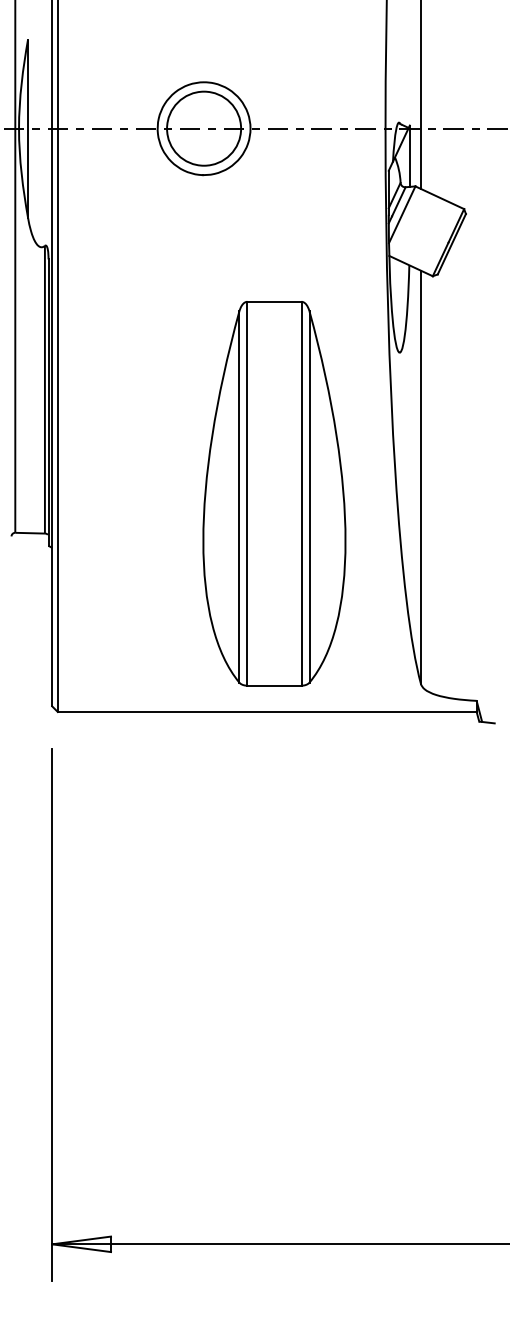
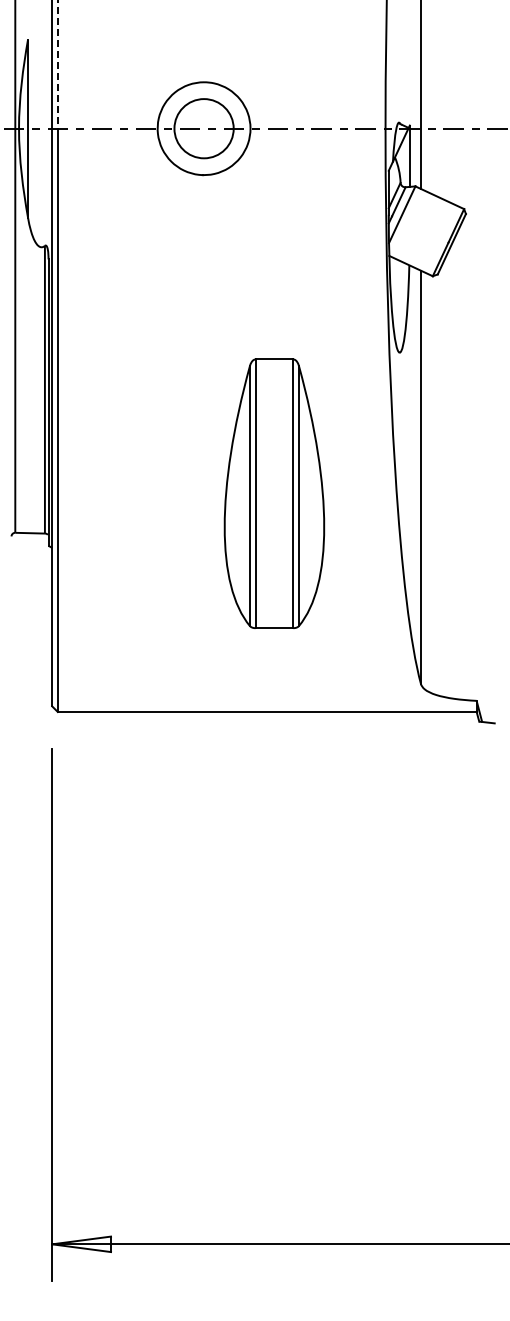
line at (57, 64): solid -> dashed
circle at (204, 128) diameter: 74 px -> 59 px
part at (274, 493) size: 145x386 px -> 103x271 px
